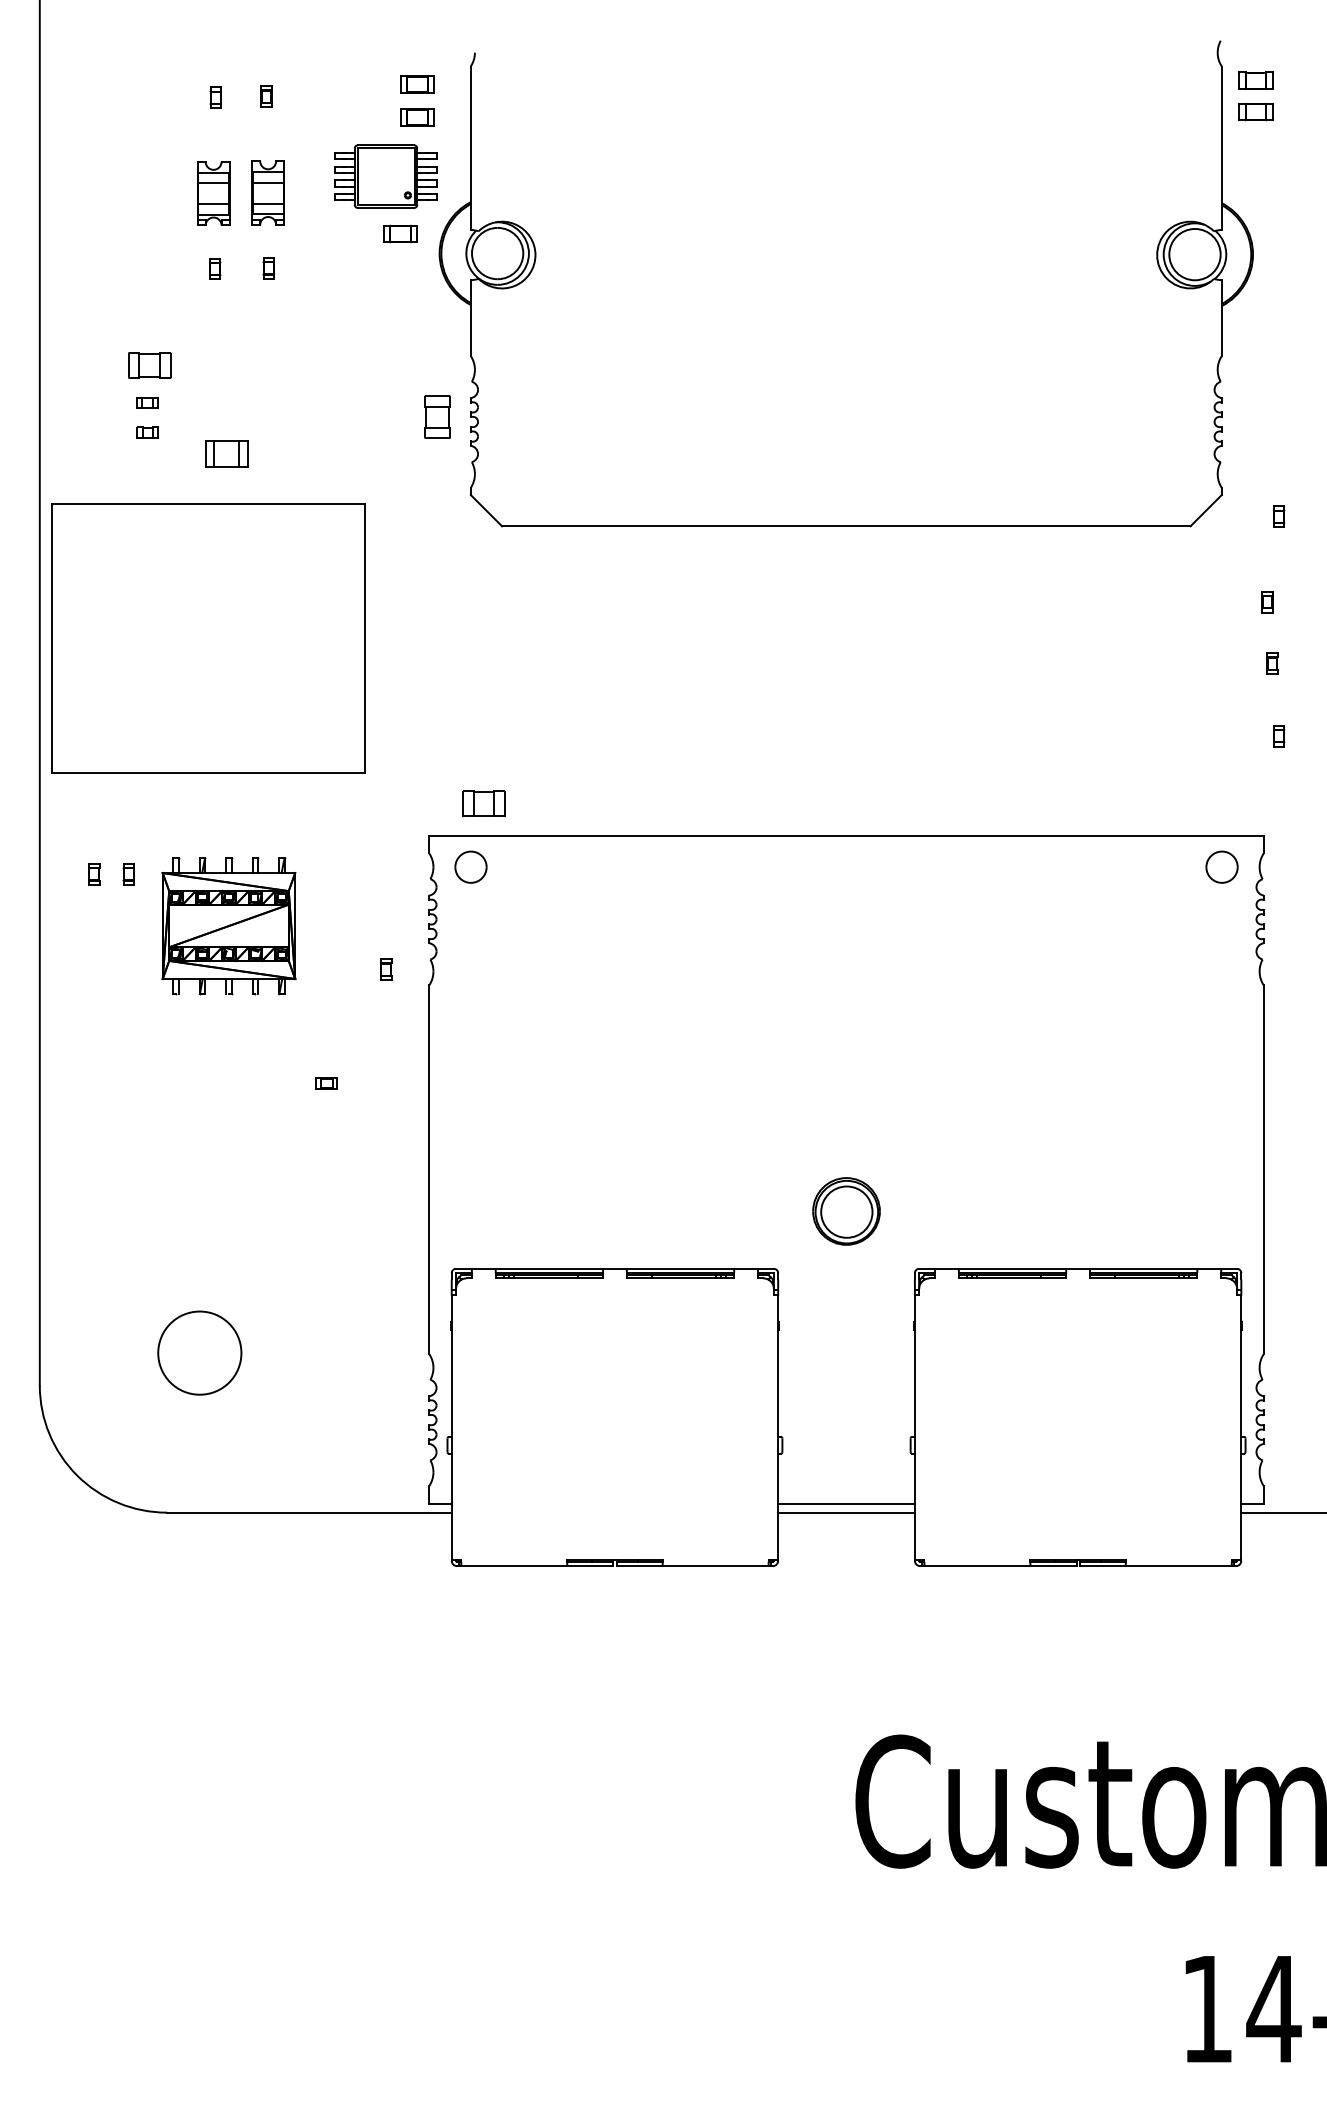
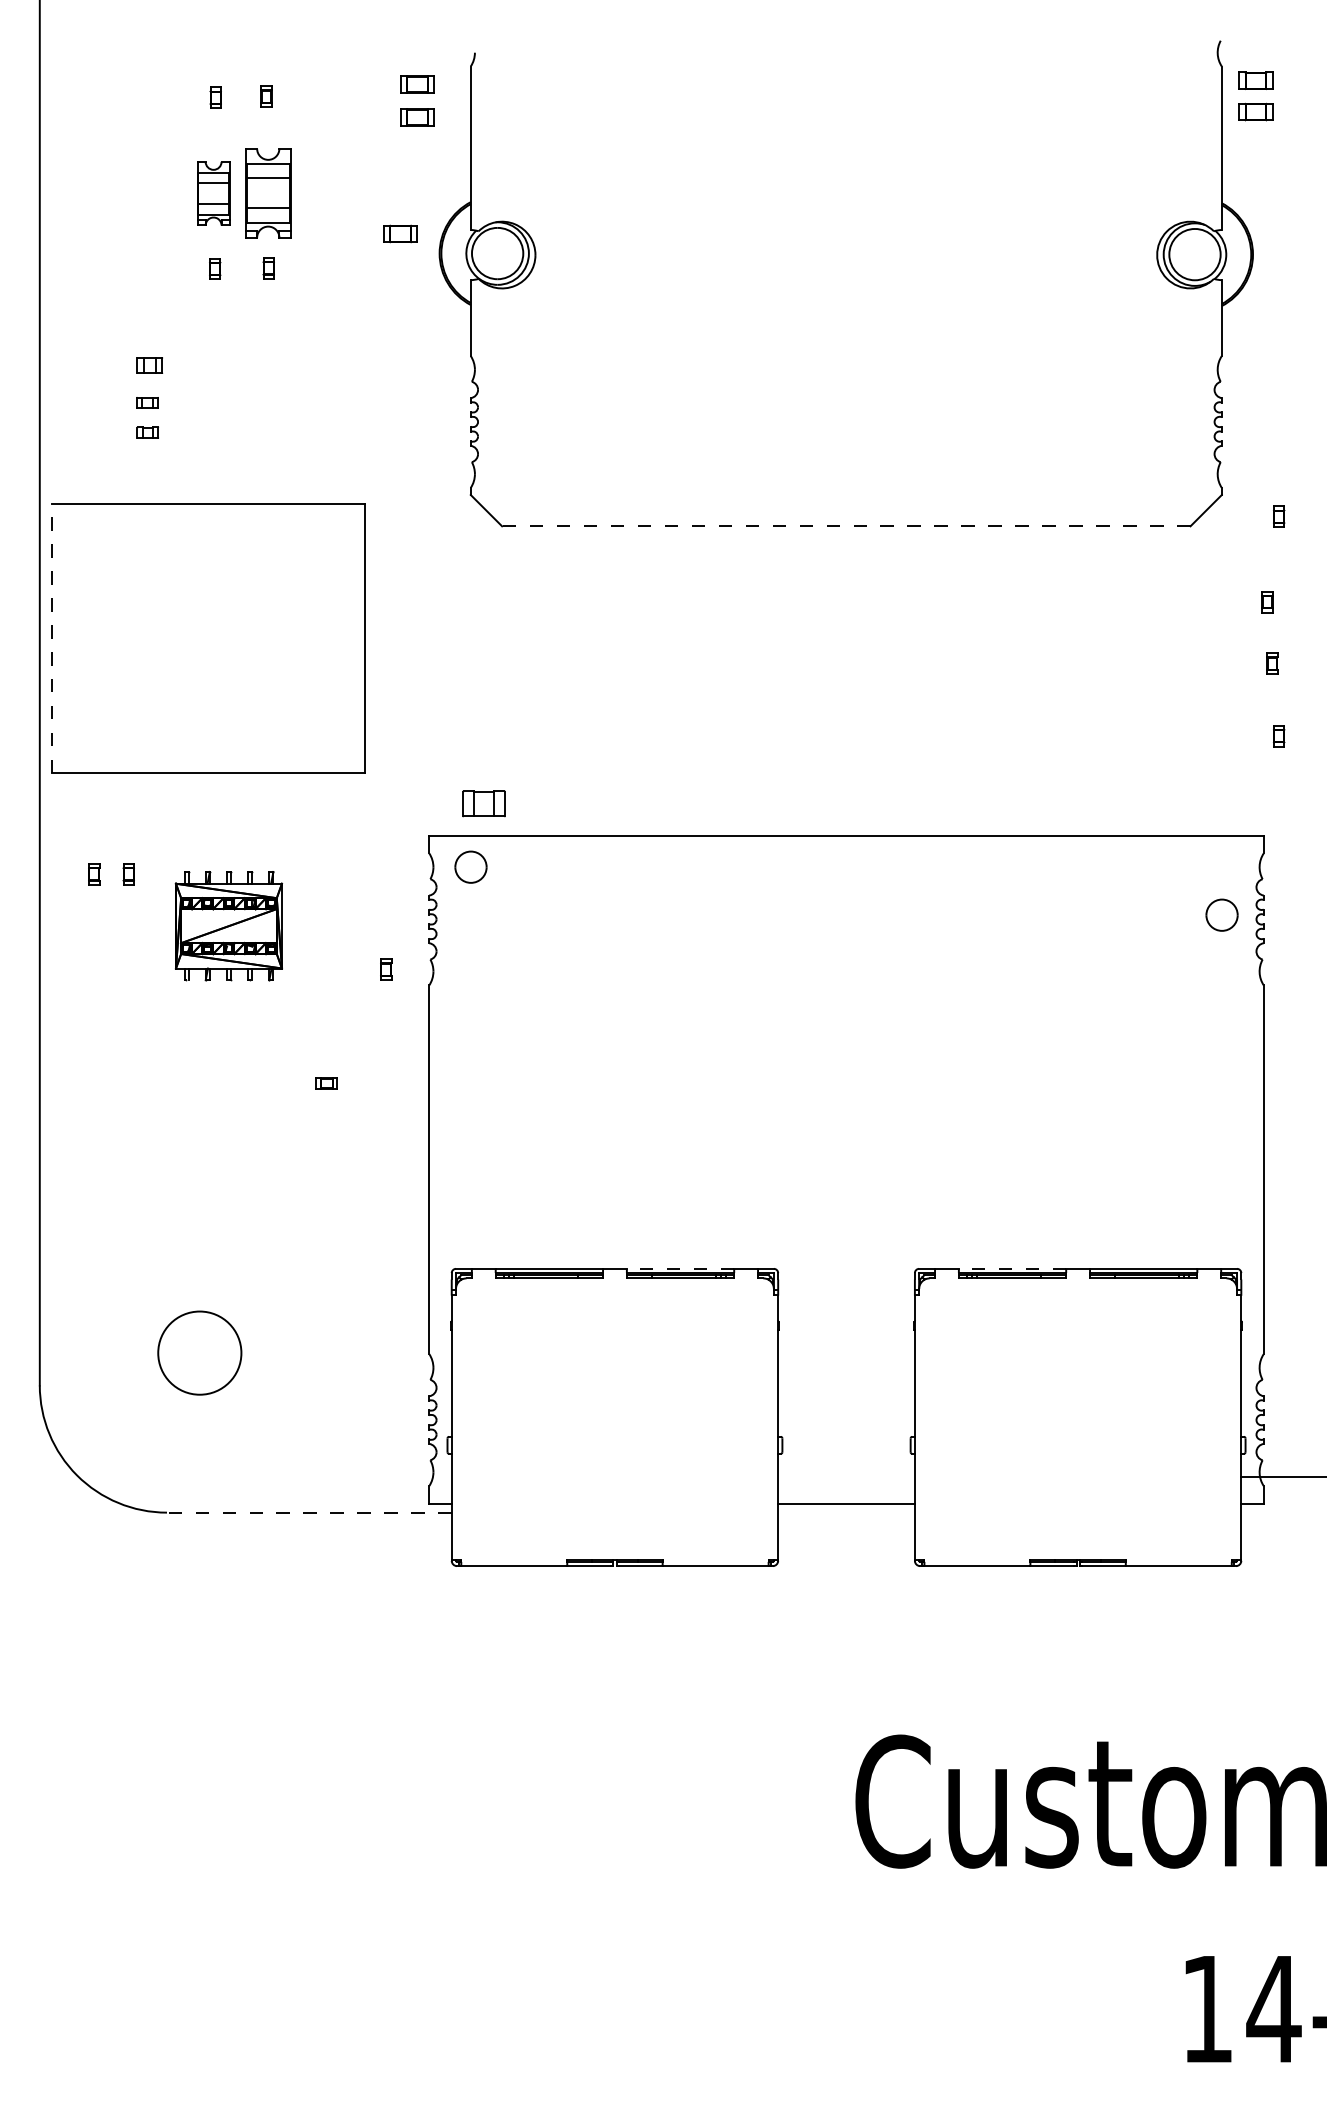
part at (385, 176): present -> none
part at (267, 192) size: 34x66 px -> 47x91 px
part at (149, 365) size: 44x27 px -> 28x17 px
part at (437, 416): present -> none
part at (226, 453): present -> none
line at (845, 526): solid -> dashed
line at (52, 638): solid -> dashed
part at (1221, 866) position: (1221, 866) -> (1221, 914)
part at (228, 926) size: 136x139 px -> 110x111 px
part at (846, 1211): present -> none
line at (680, 1268): solid -> dashed
line at (1012, 1268): solid -> dashed
line at (308, 1512): solid -> dashed
line at (846, 1512): present -> none
line at (1282, 1512) position: (1282, 1512) -> (1282, 1476)
